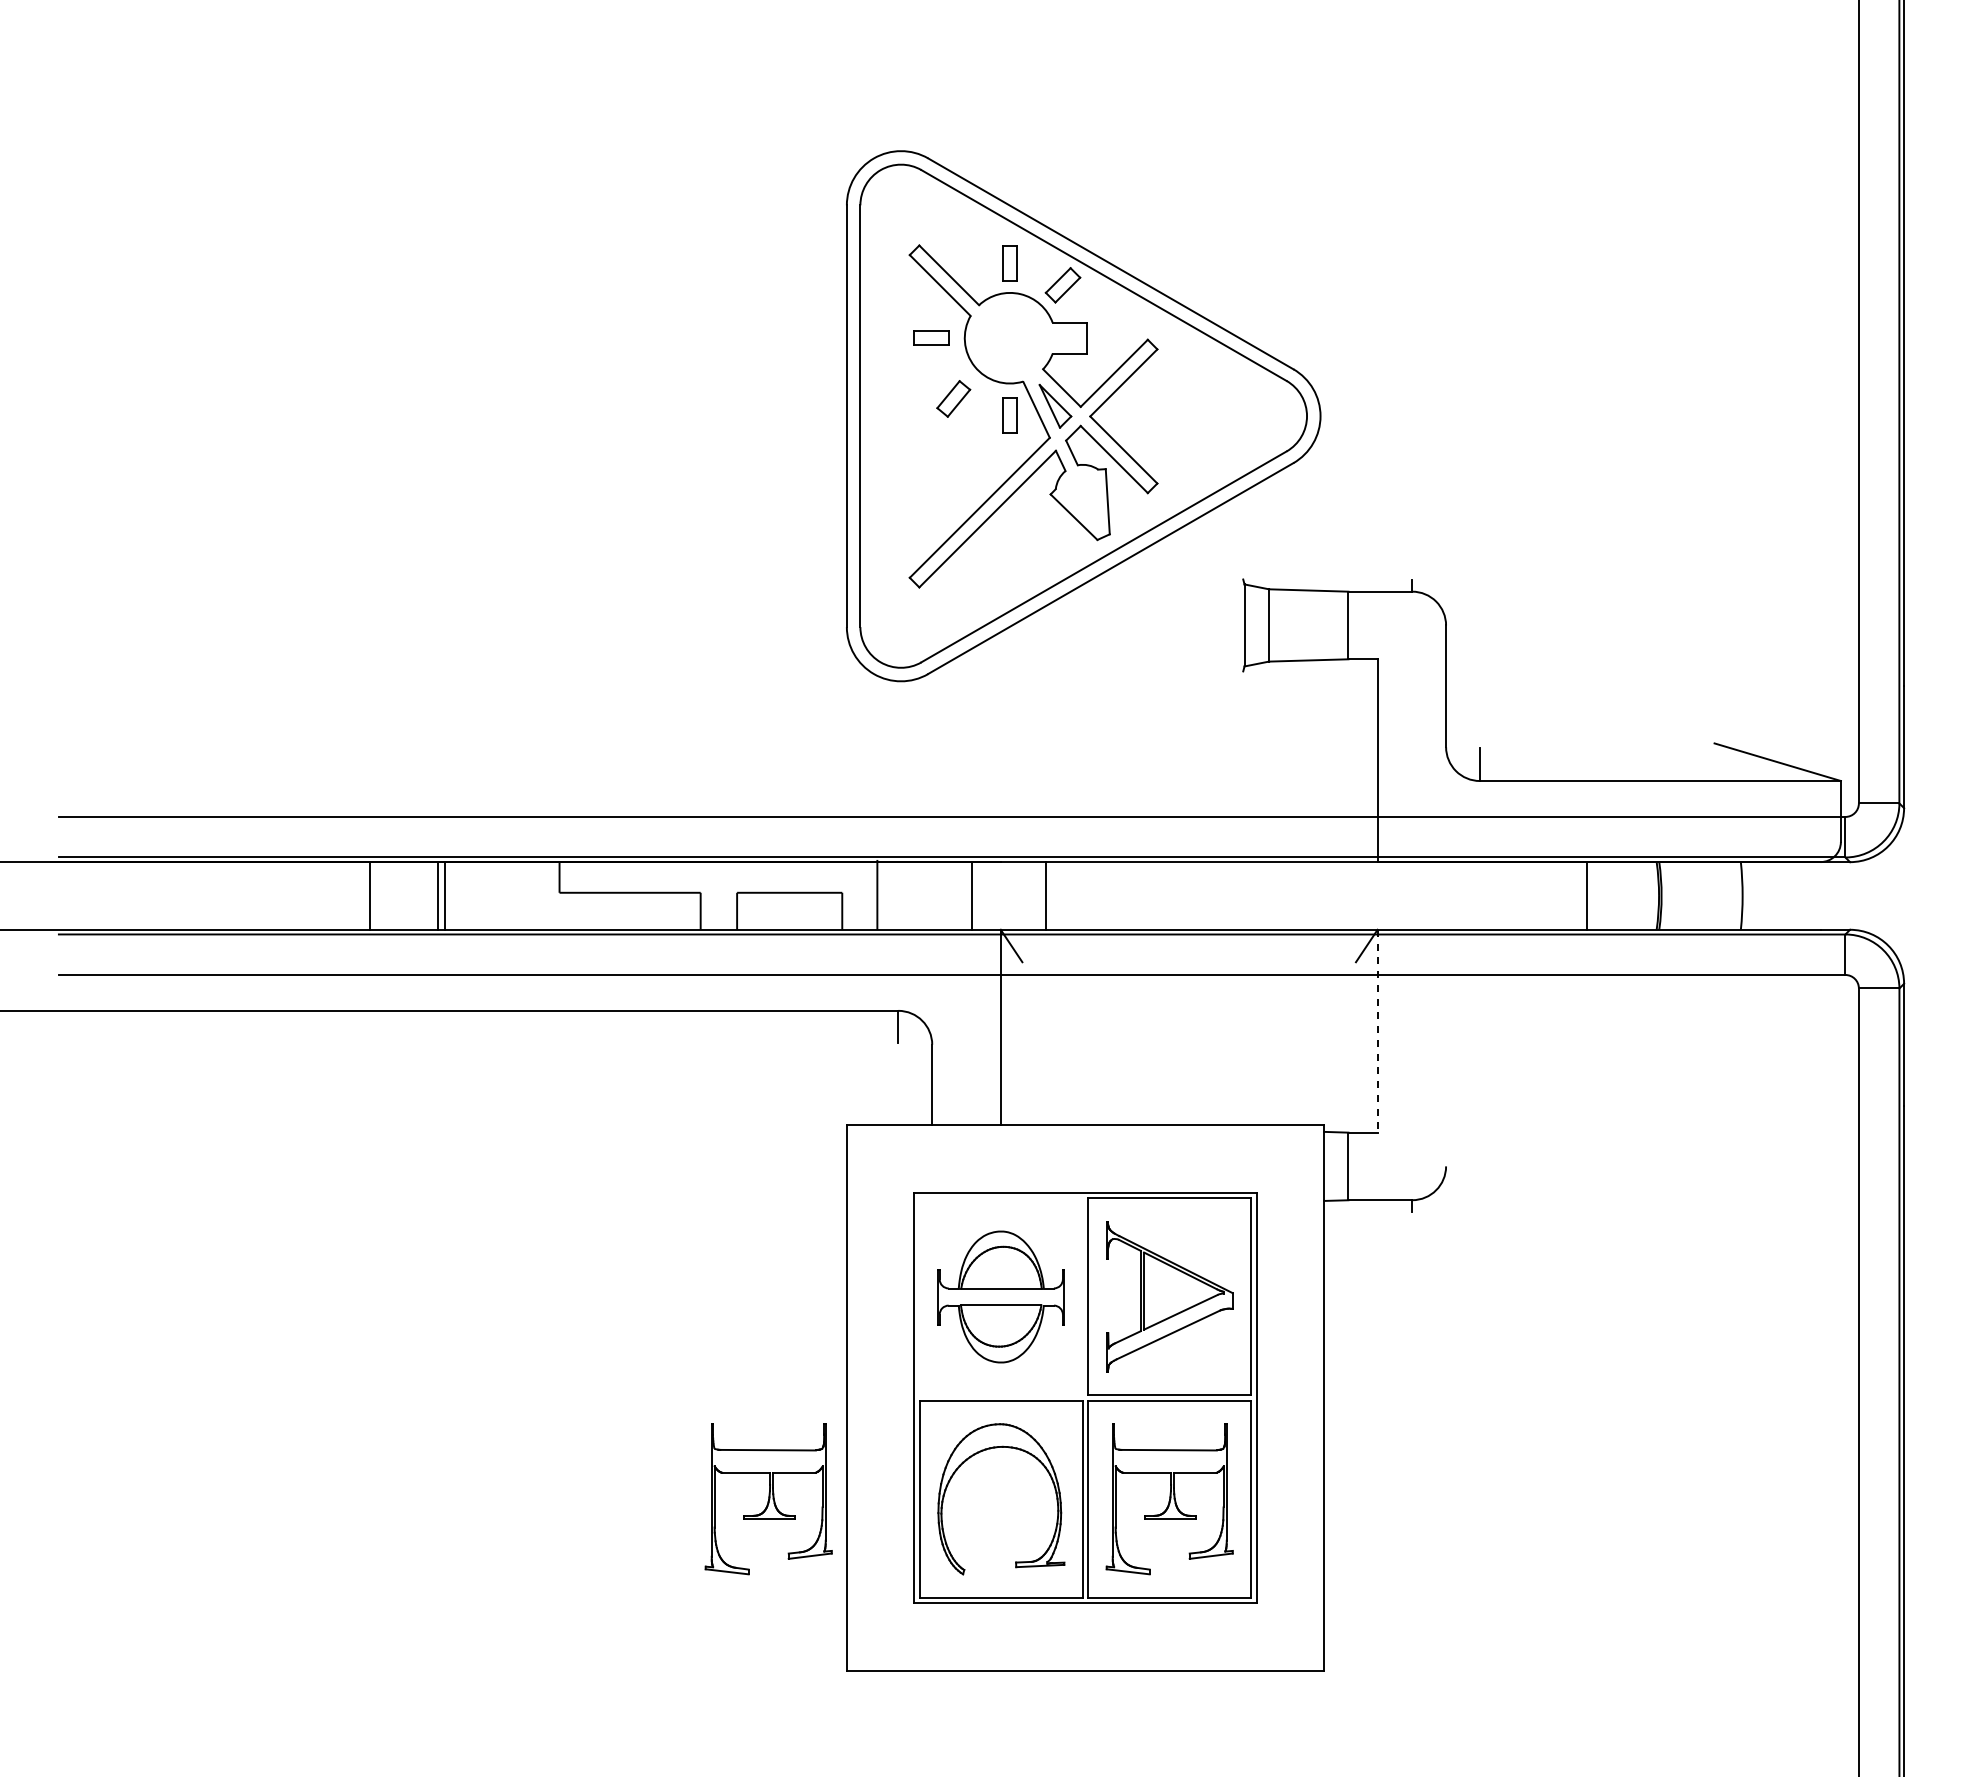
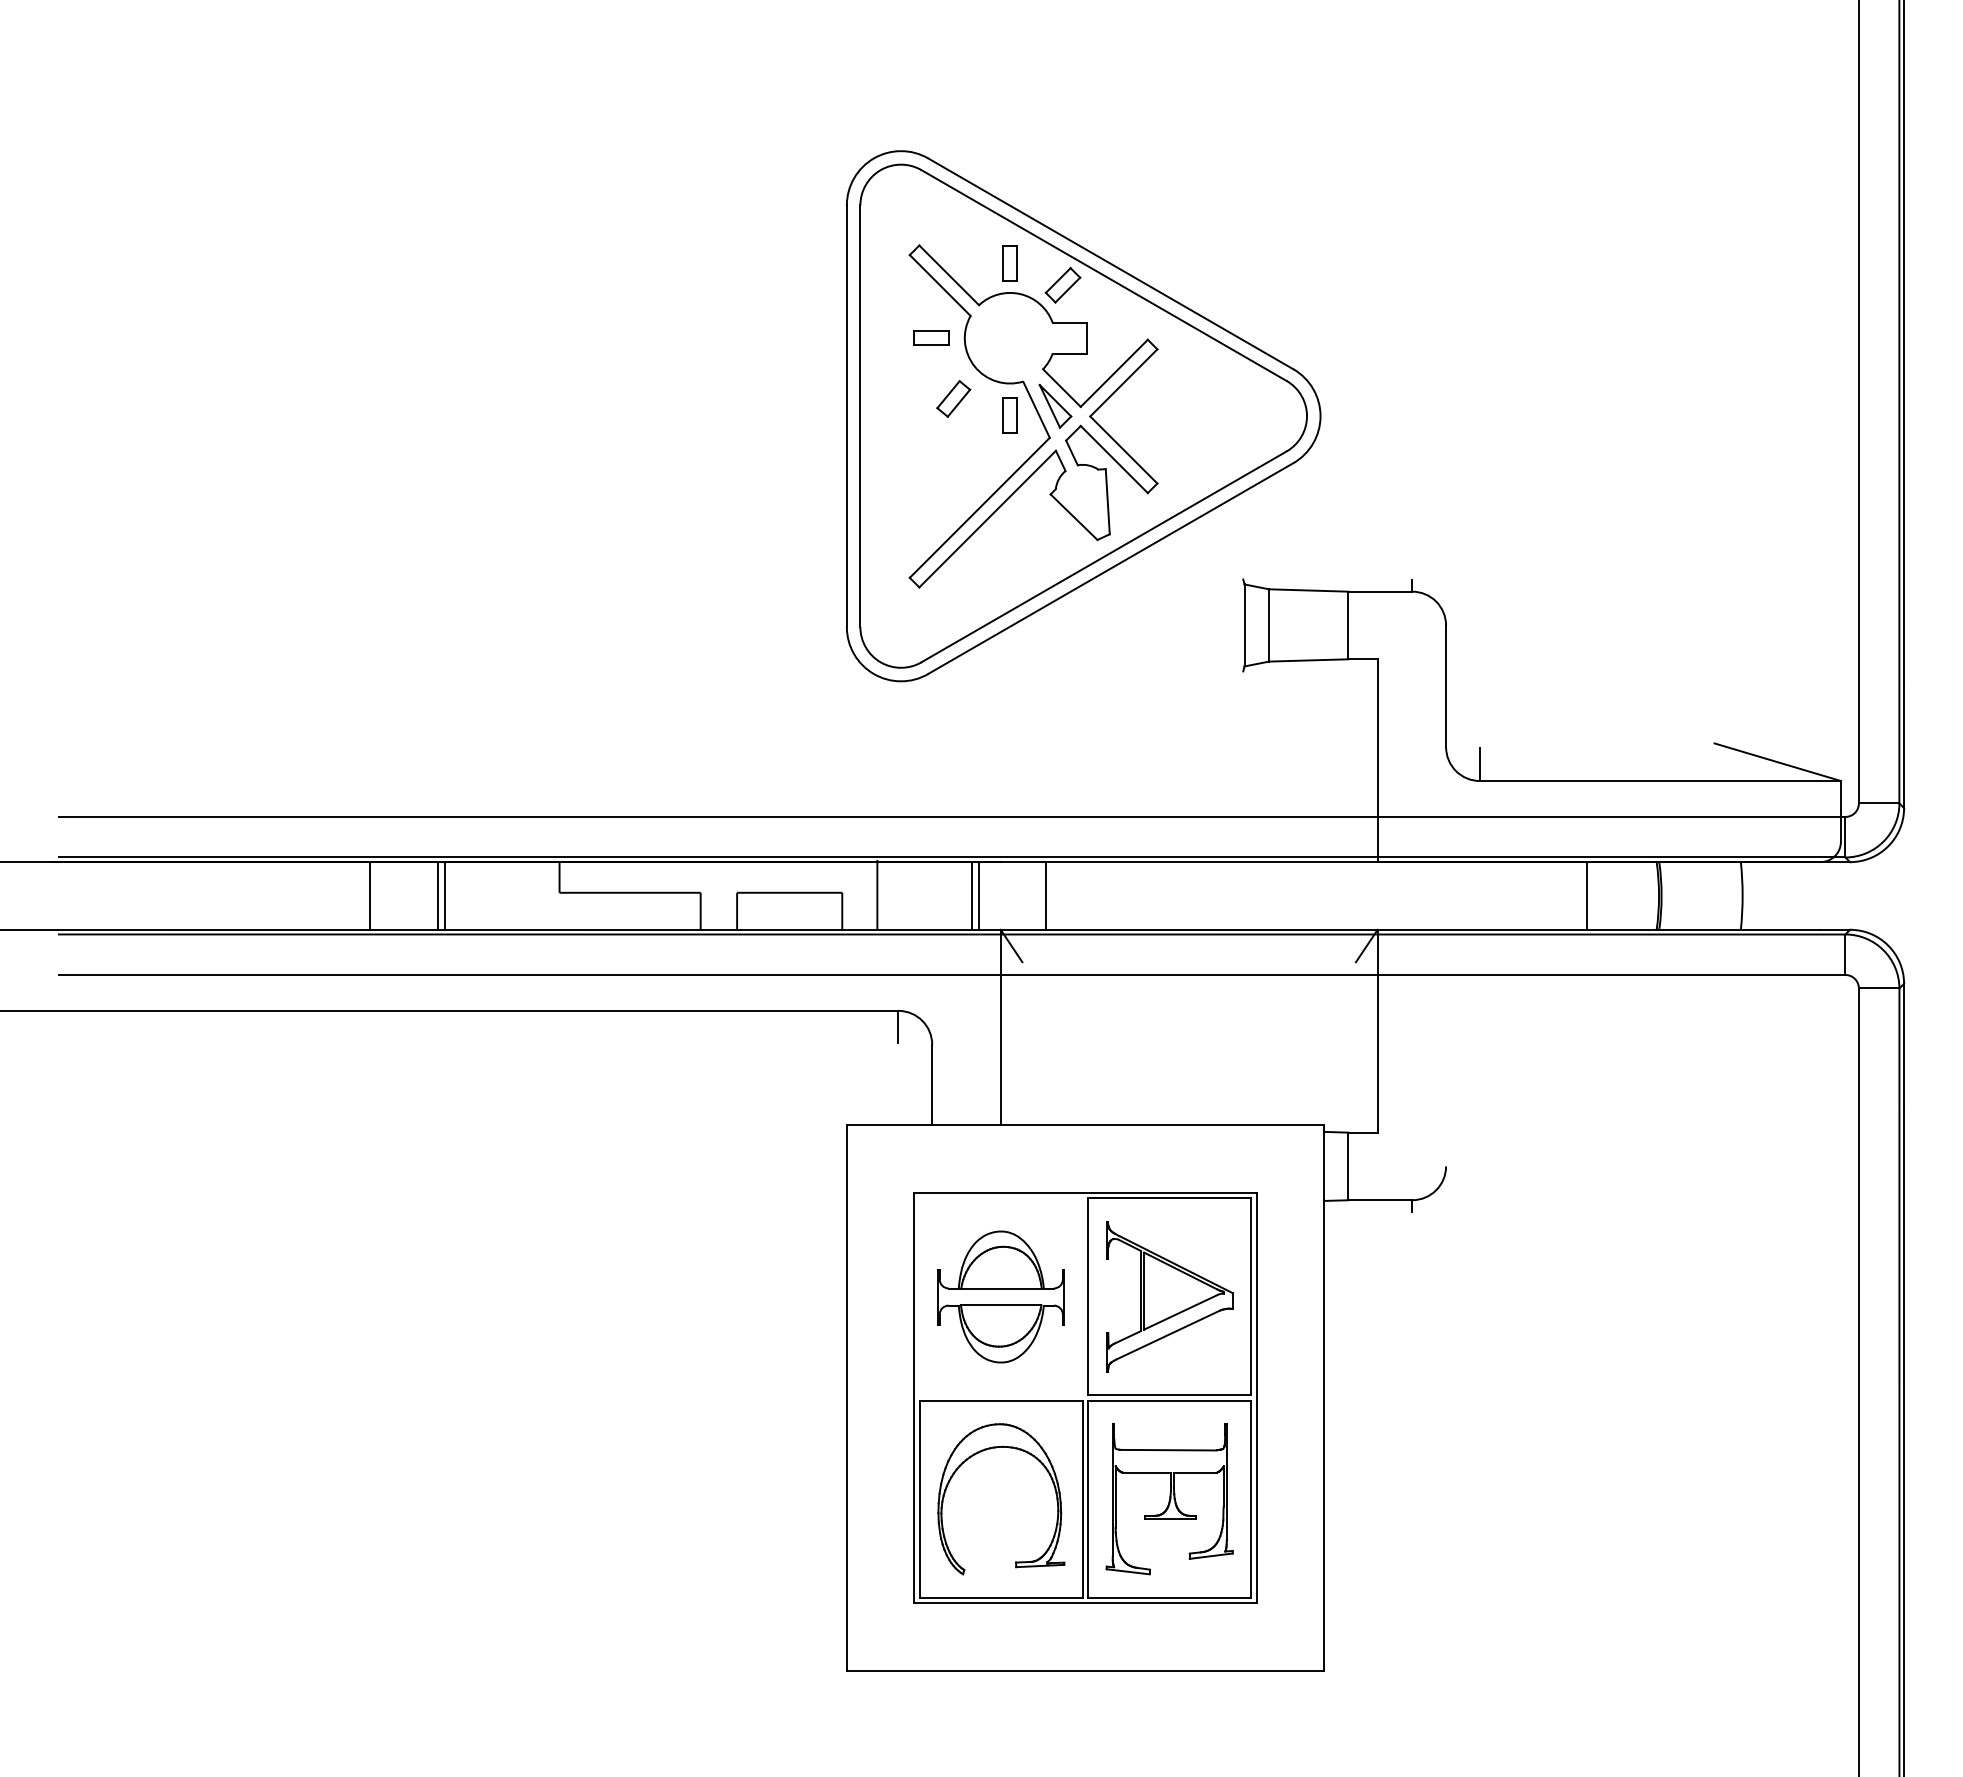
line at (978, 895): none -> present
line at (1377, 1031): dashed -> solid
part at (768, 1499): present -> none
